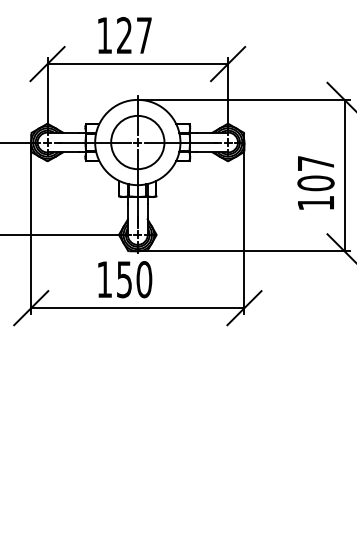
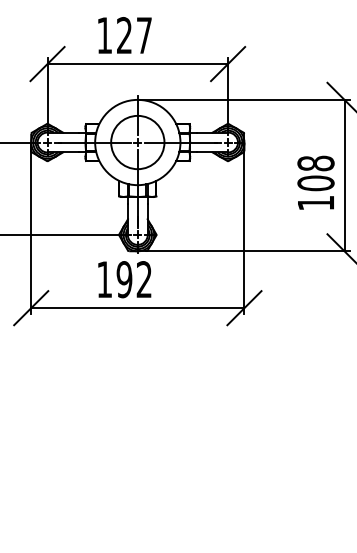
text at (315, 163): 107 -> 108
text at (134, 279): 150 -> 192
